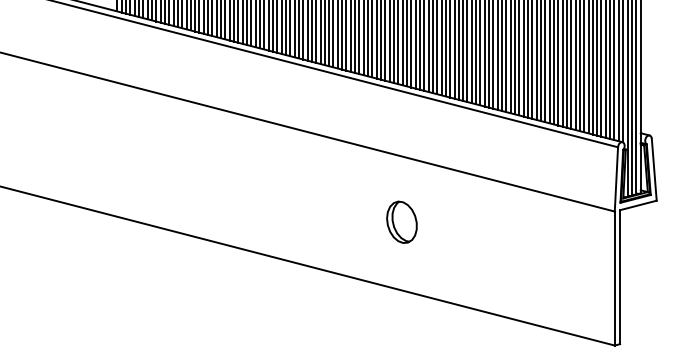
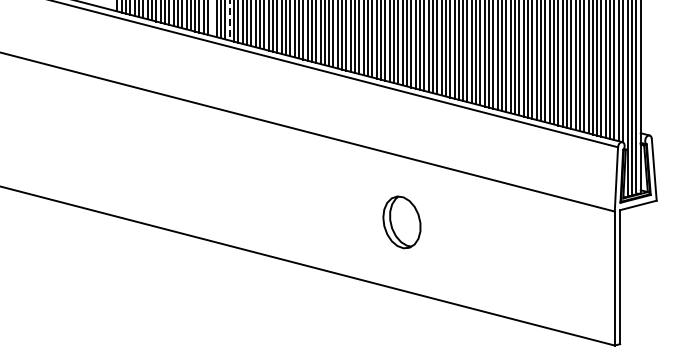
line at (212, 19): present -> none
line at (229, 20): solid -> dashed
part at (401, 221) size: 32x44 px -> 40x55 px
